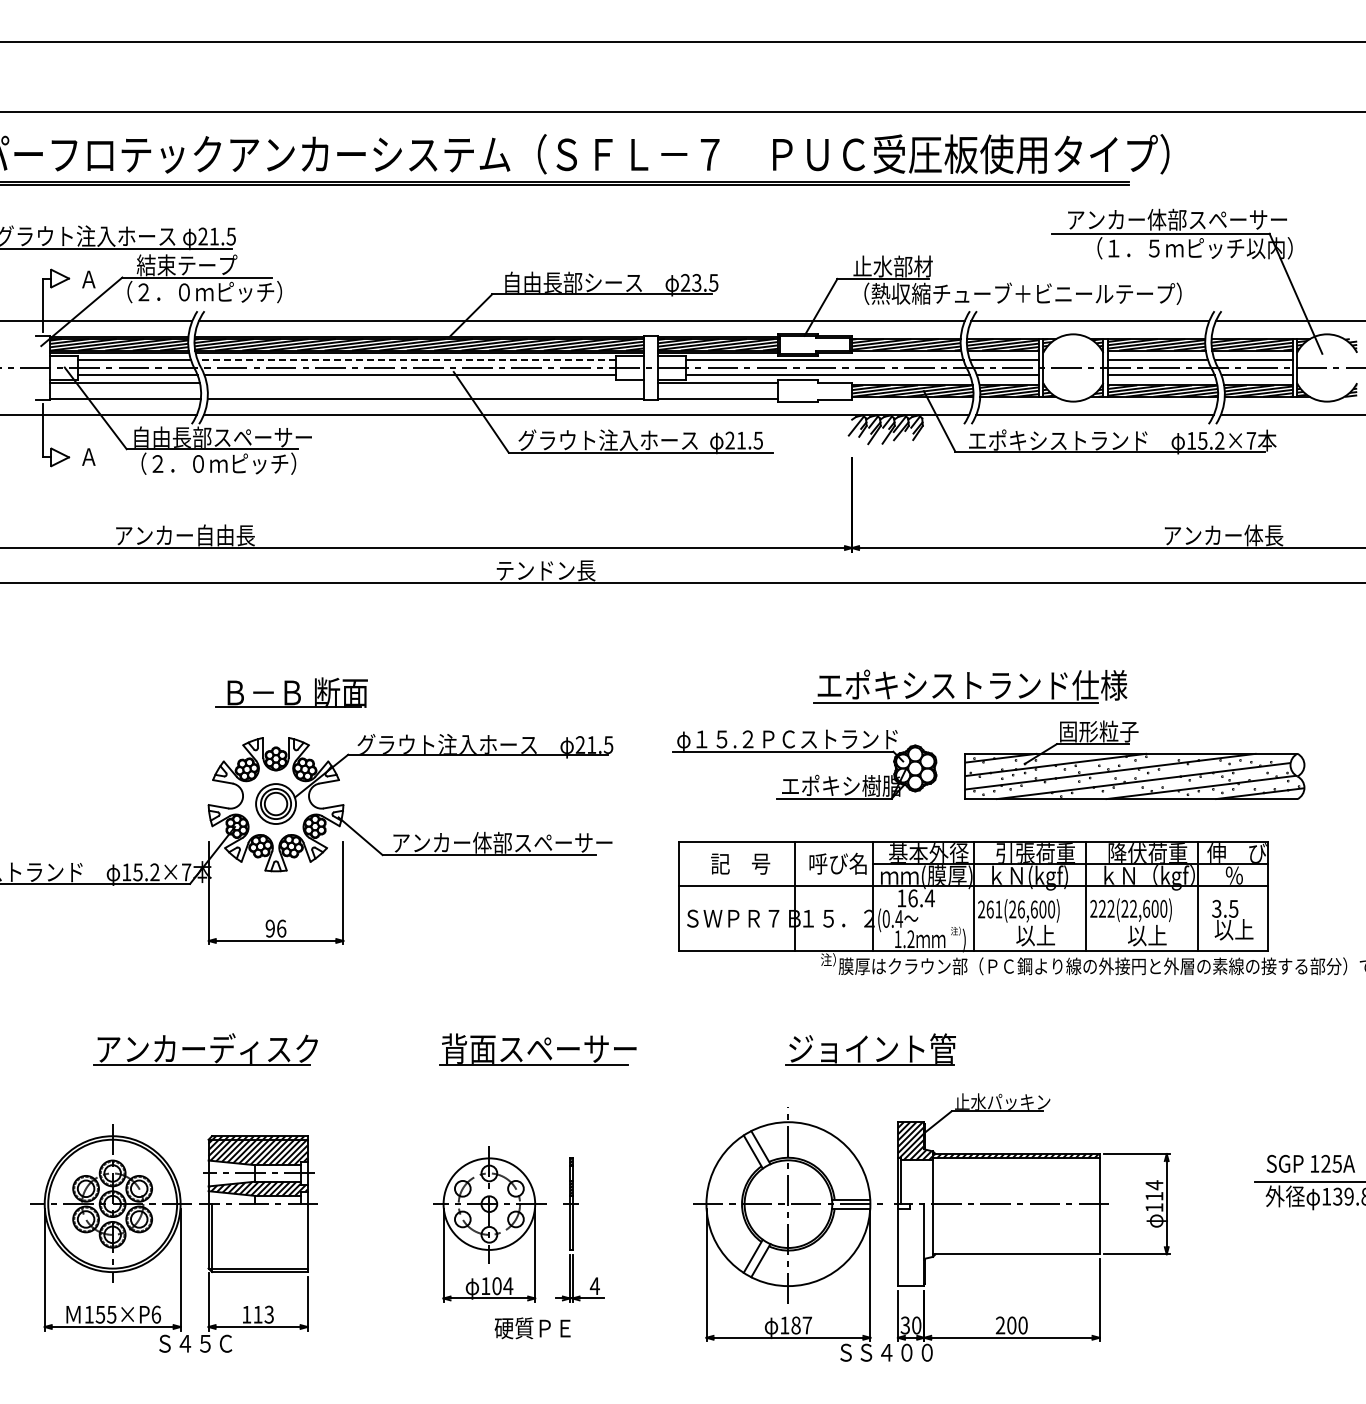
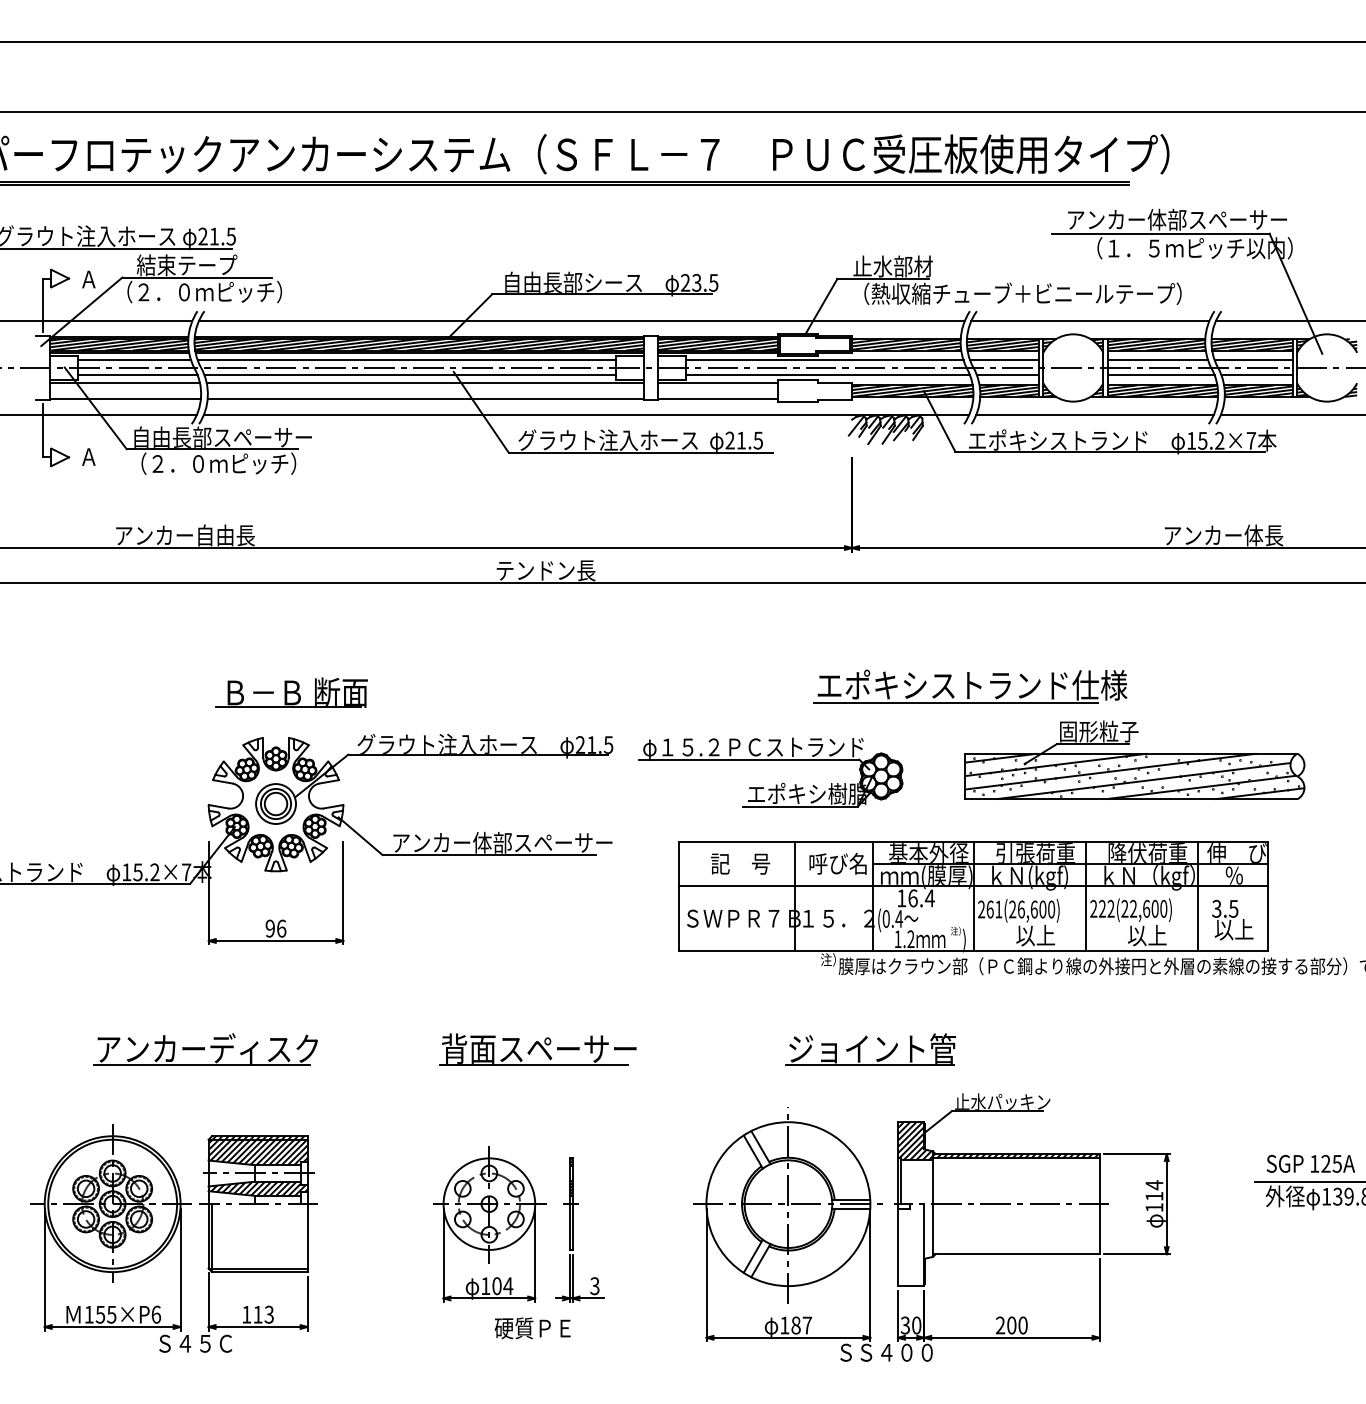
line at (406, 360): dashed -> solid
line at (424, 382): none -> present
part at (804, 752) position: (804, 752) -> (770, 760)
text at (594, 1286): 4 -> 3
